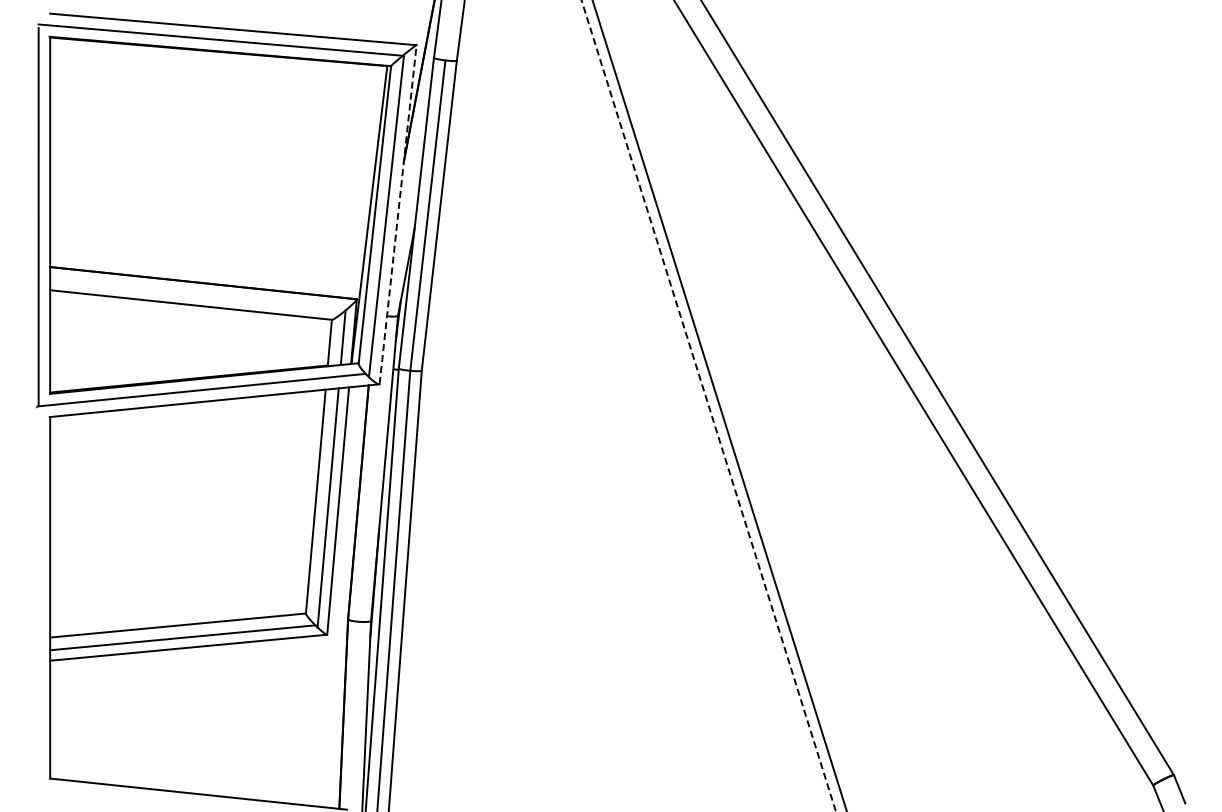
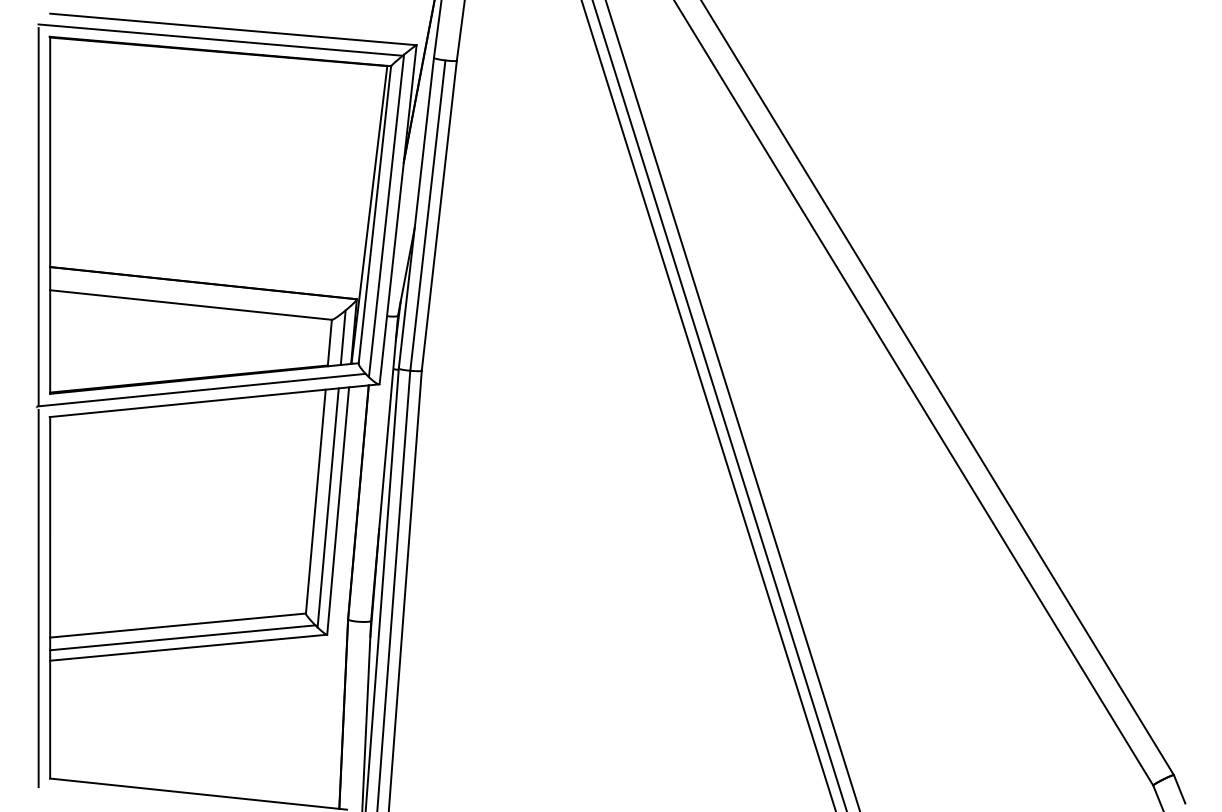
line at (398, 214): dashed -> solid
line at (732, 405): none -> present
line at (708, 406): dashed -> solid
line at (38, 598): none -> present
